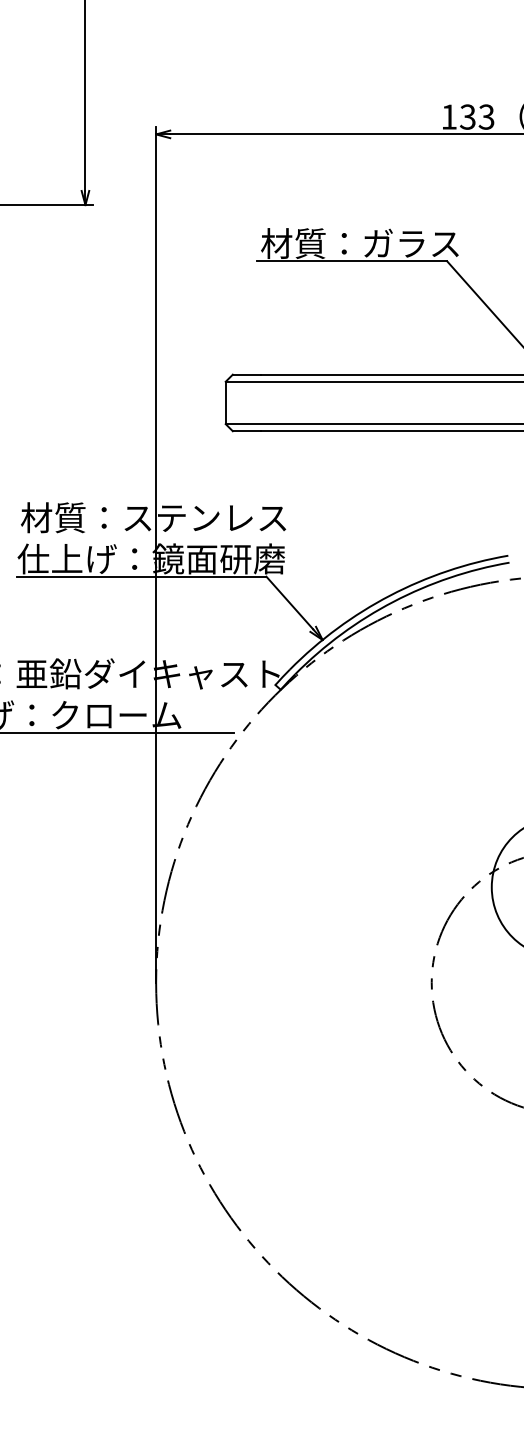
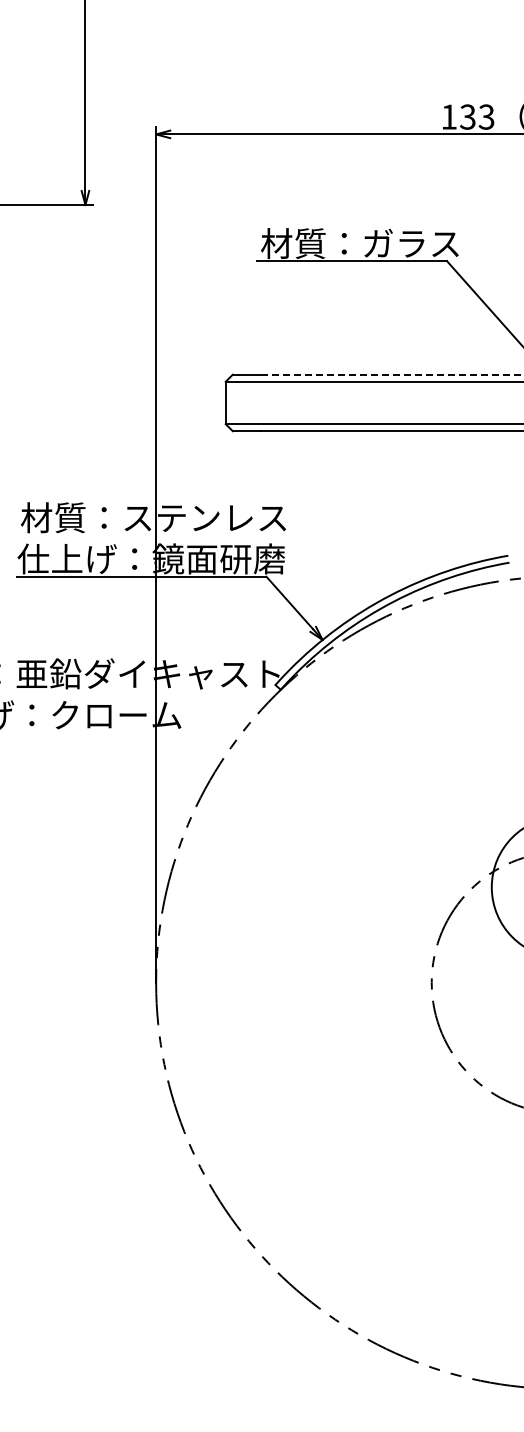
line at (393, 374): solid -> dashed
line at (117, 732): present -> none
